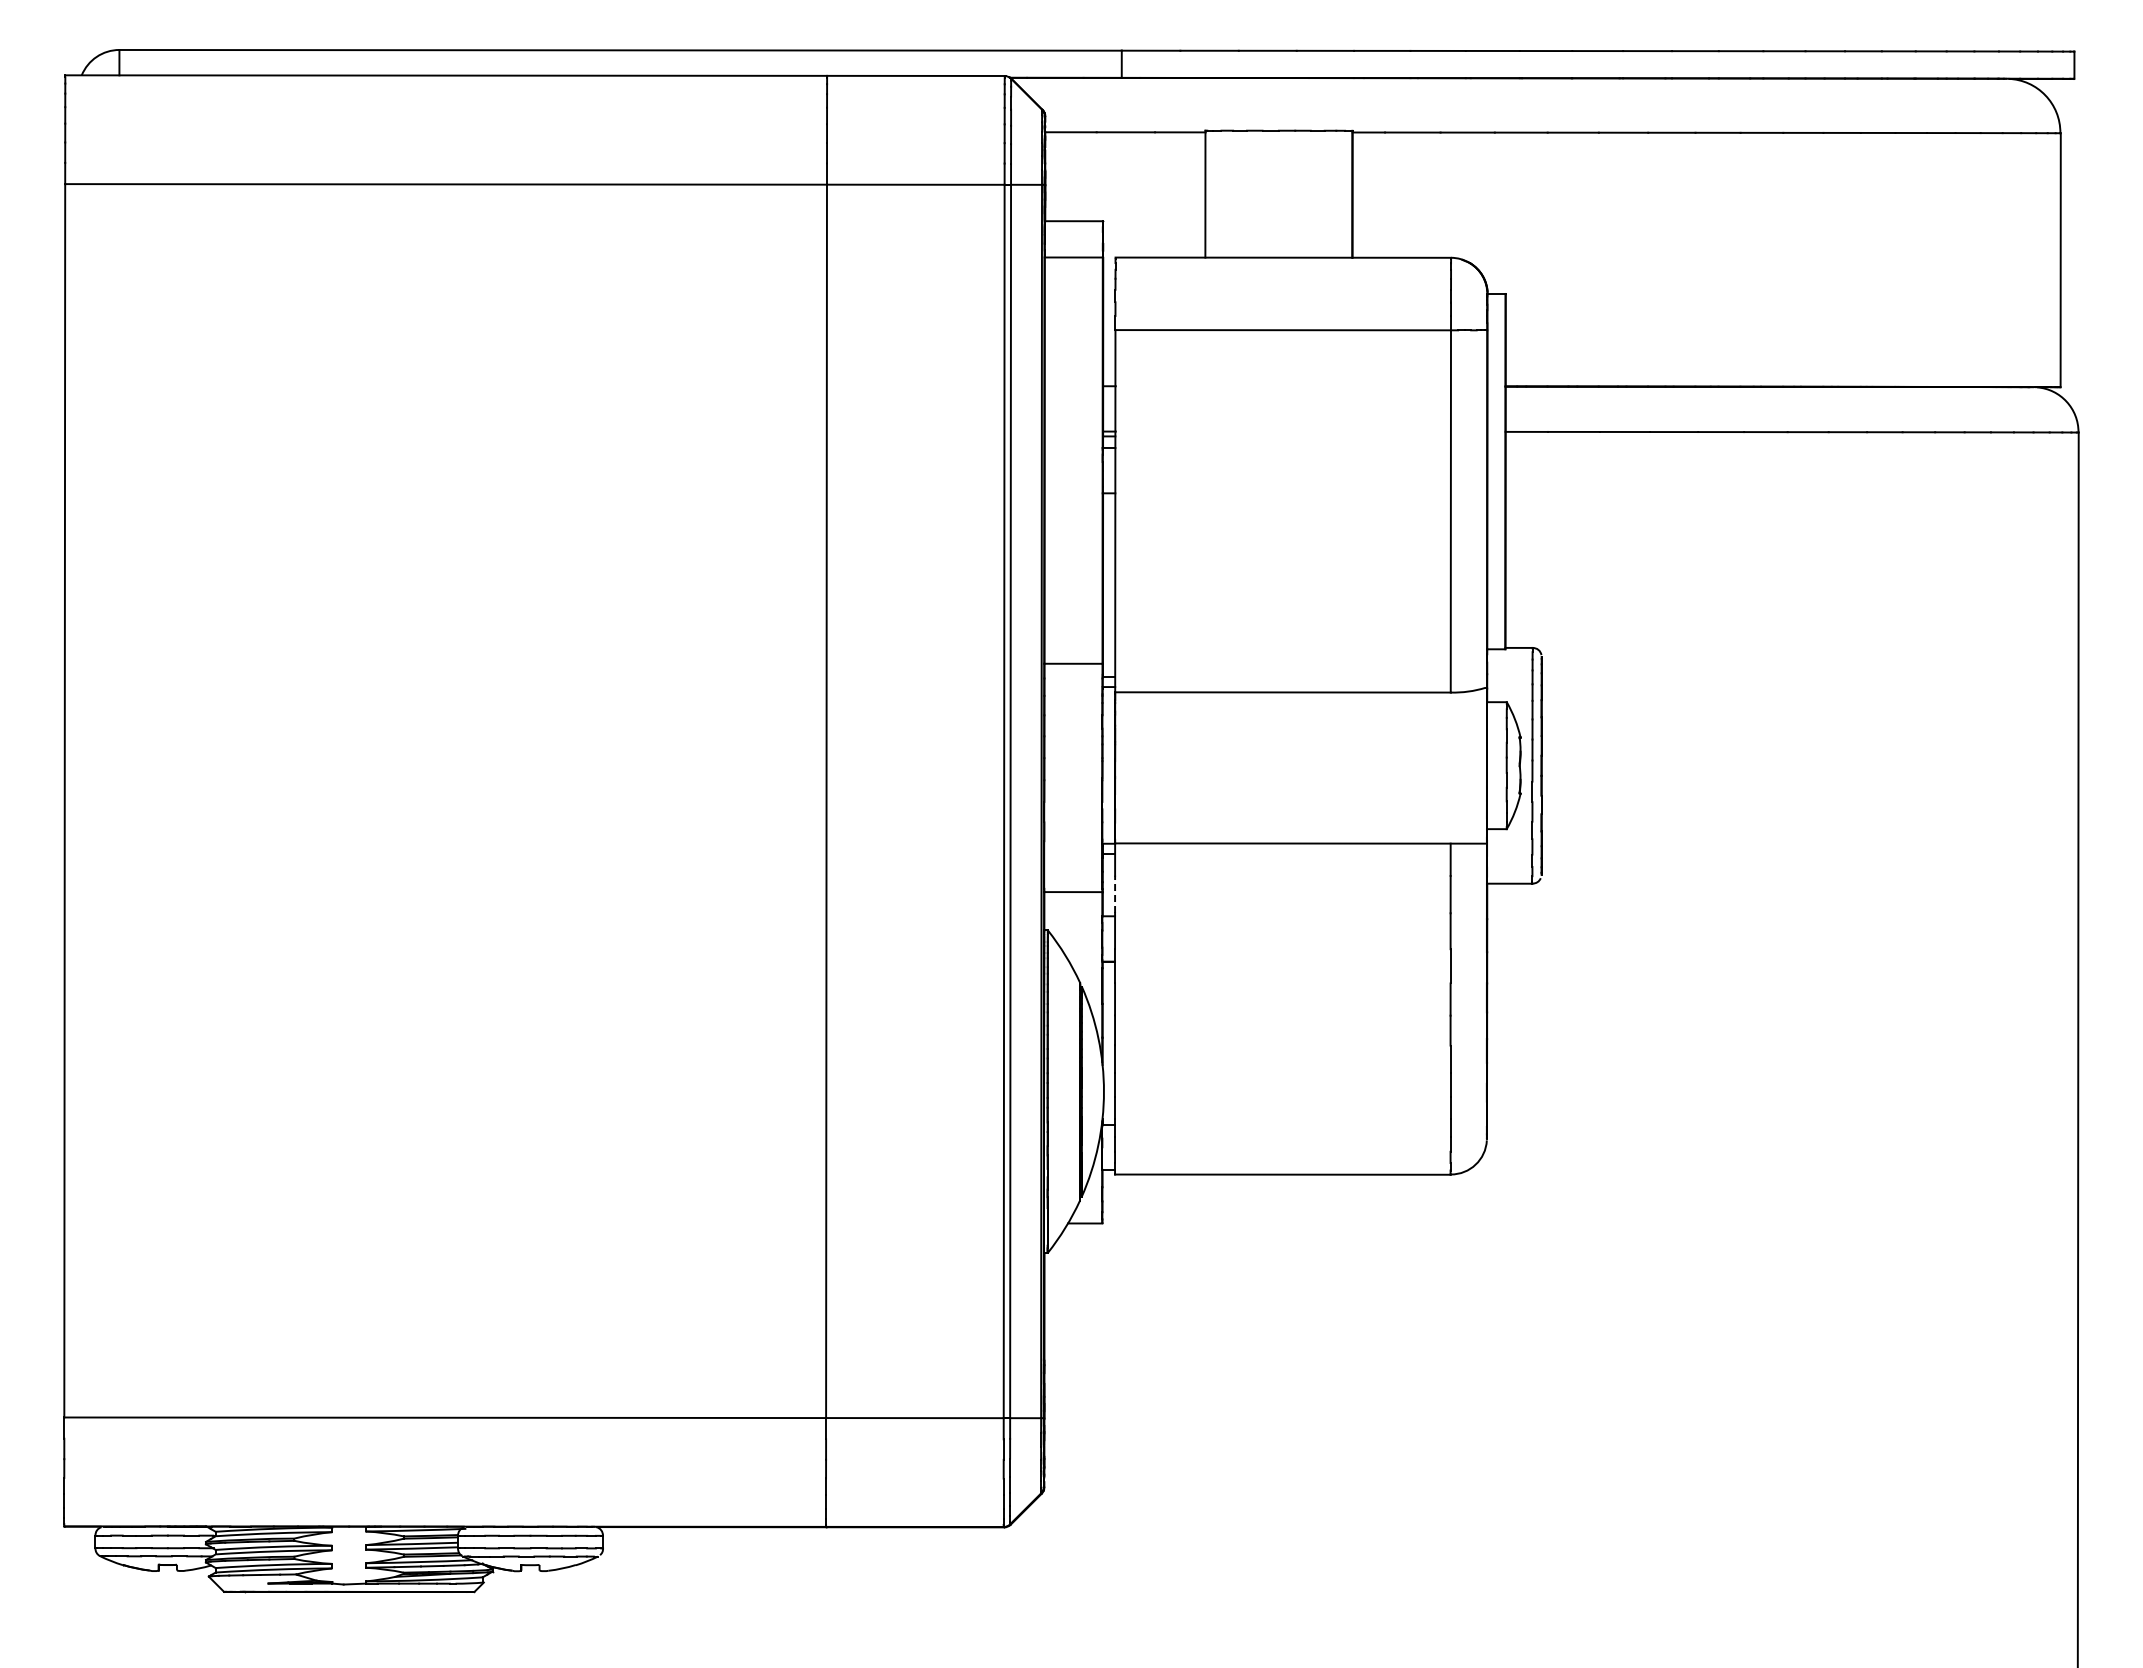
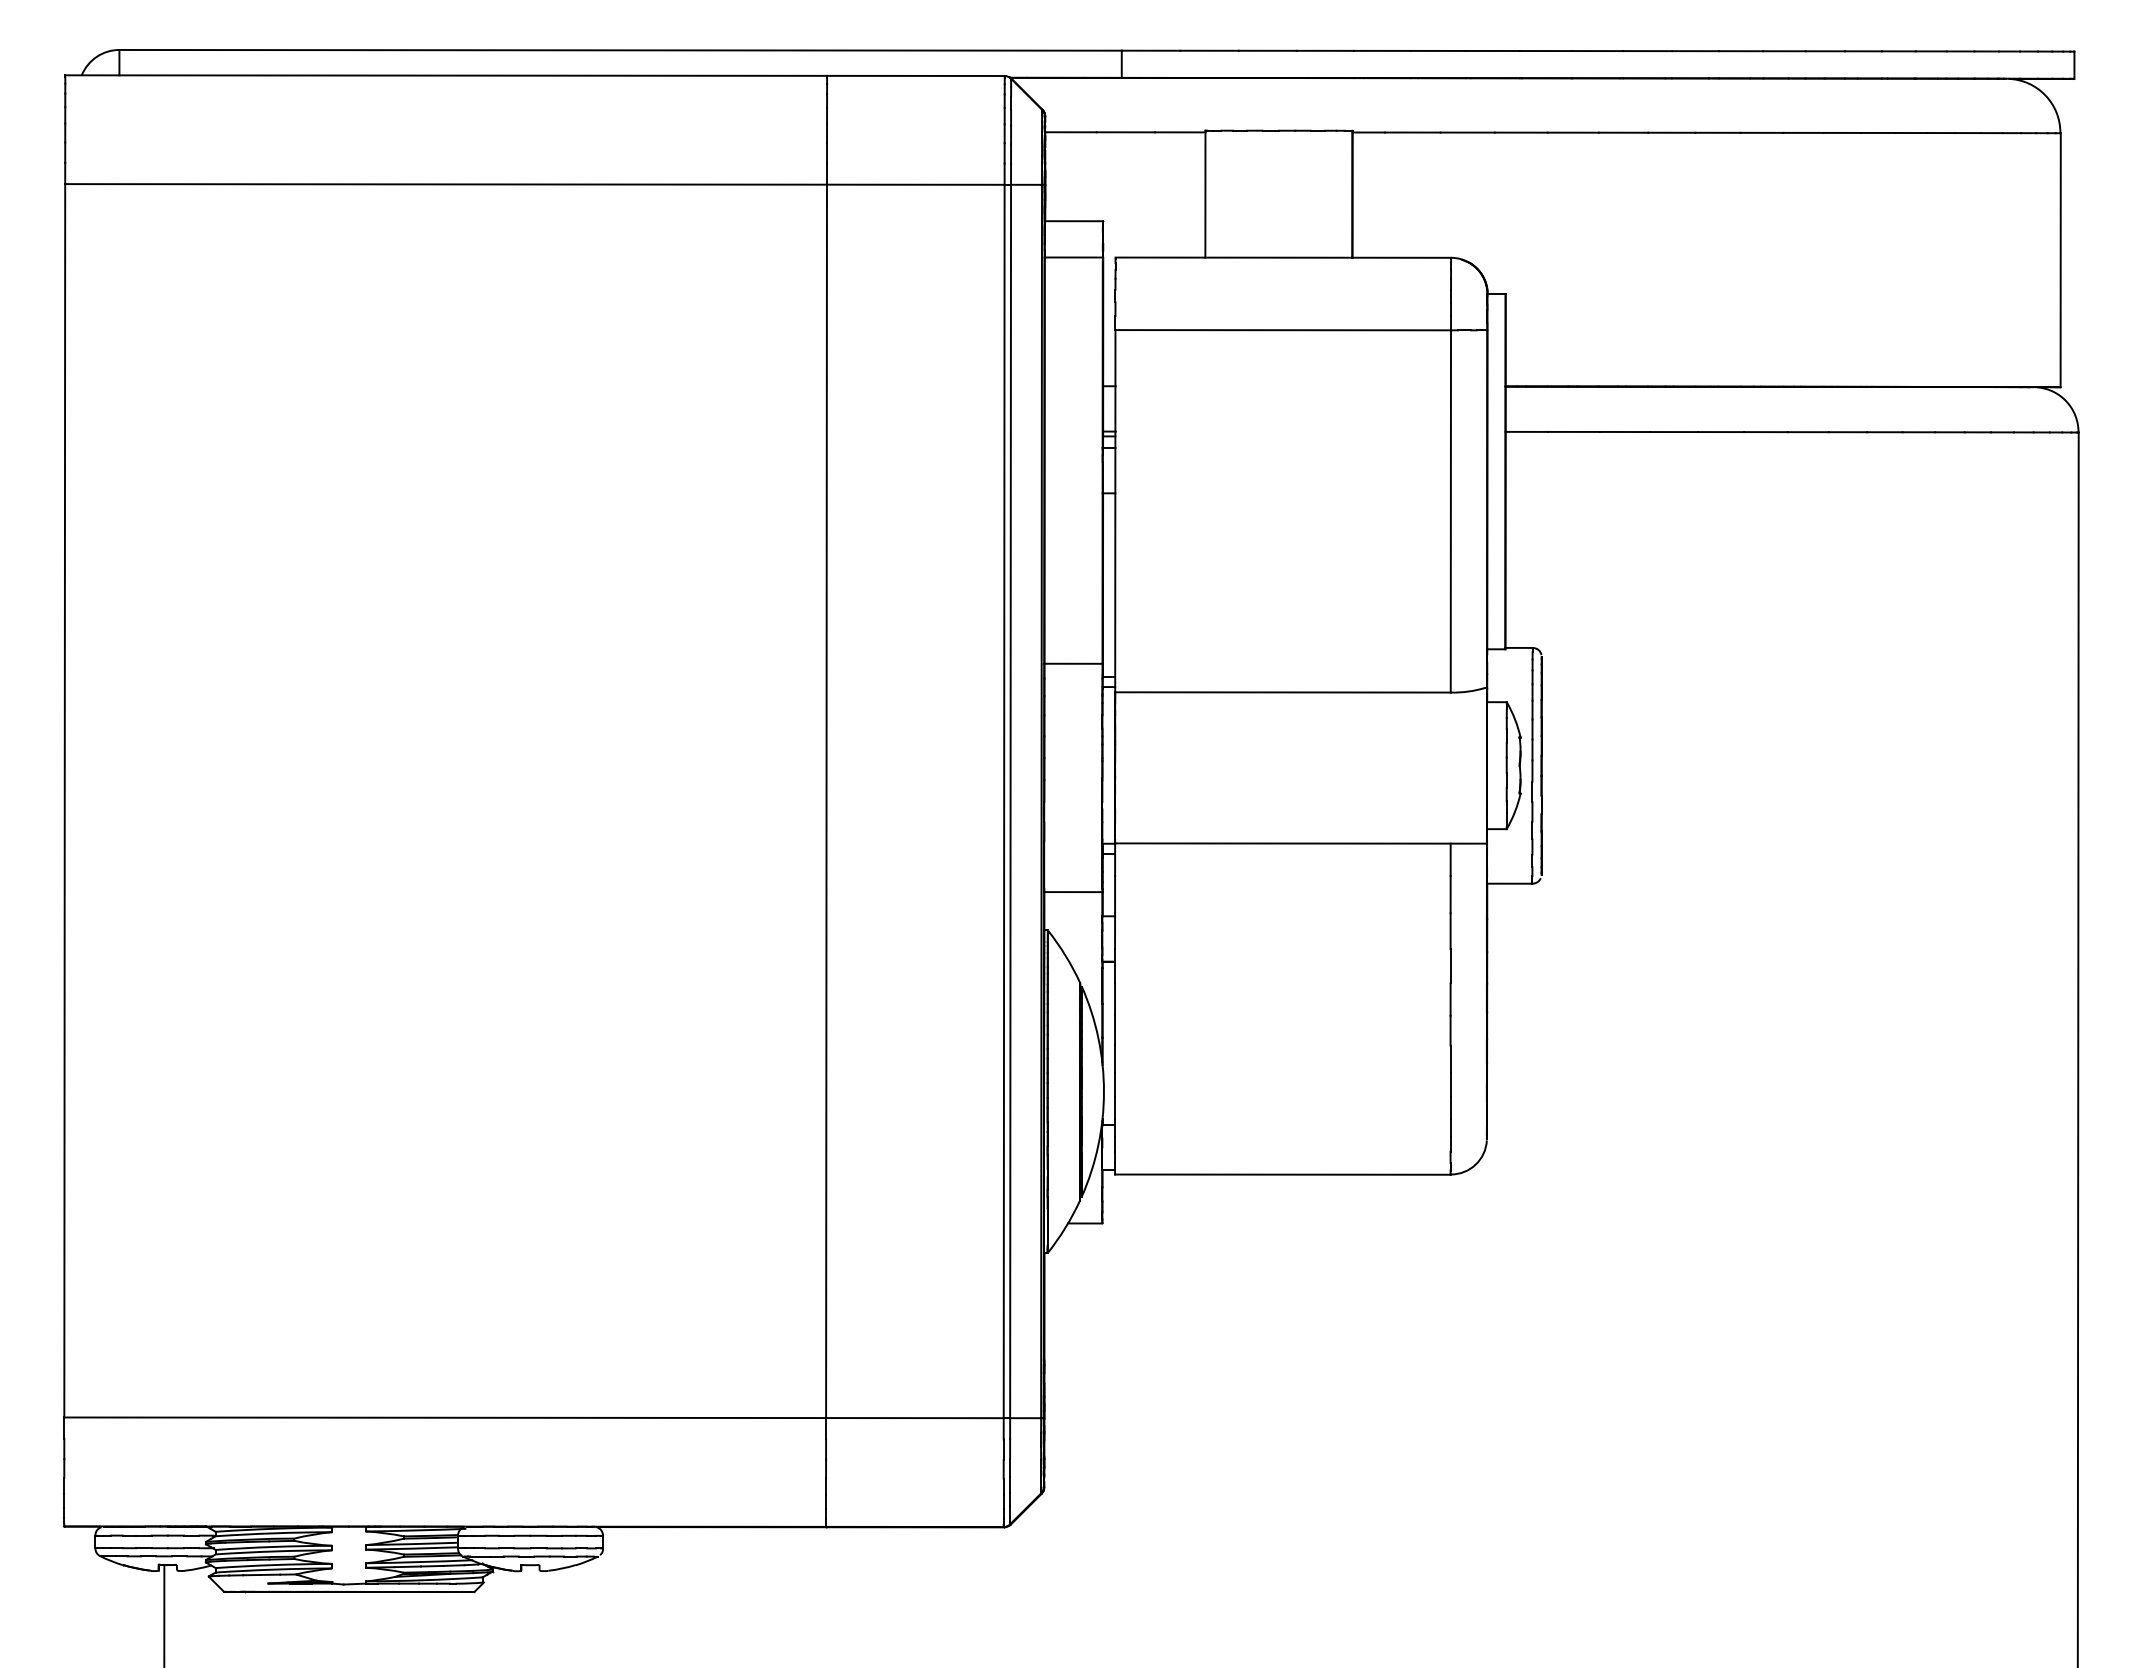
line at (1115, 894): dashed -> solid
line at (164, 1614): none -> present
